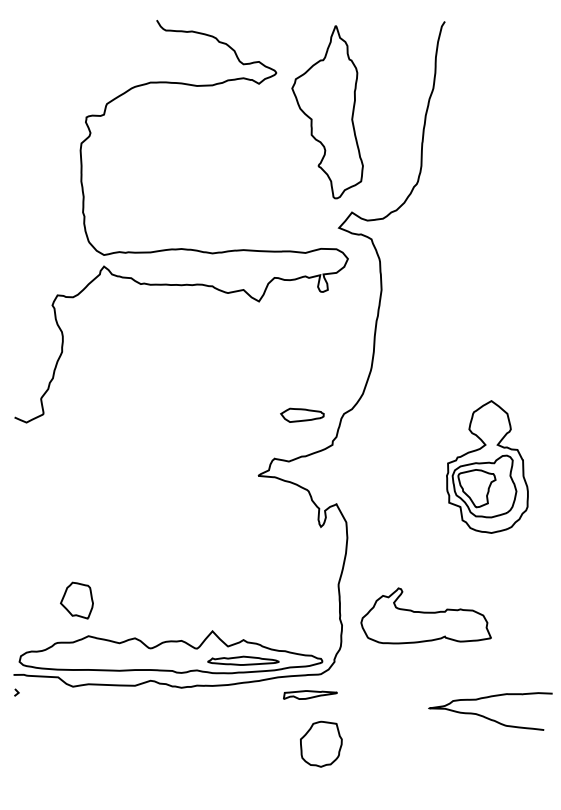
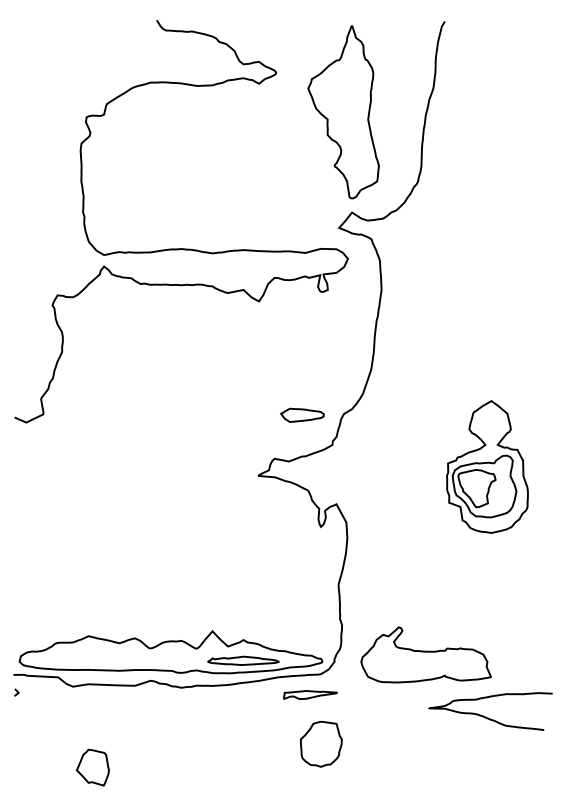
part at (327, 112) position: (327, 112) -> (343, 112)
part at (76, 600) position: (76, 600) -> (92, 767)
part at (425, 615) position: (425, 615) -> (425, 654)
